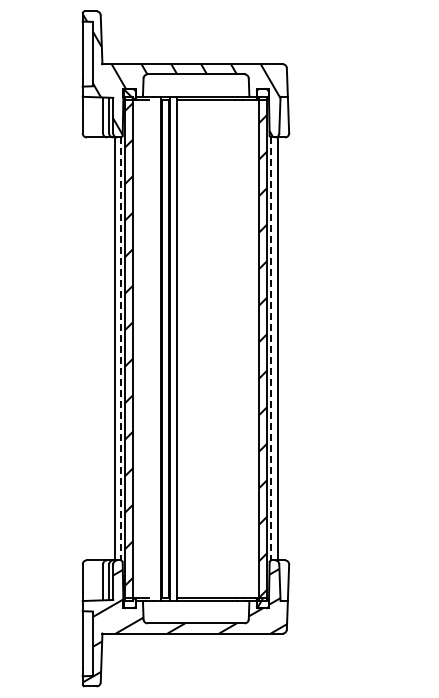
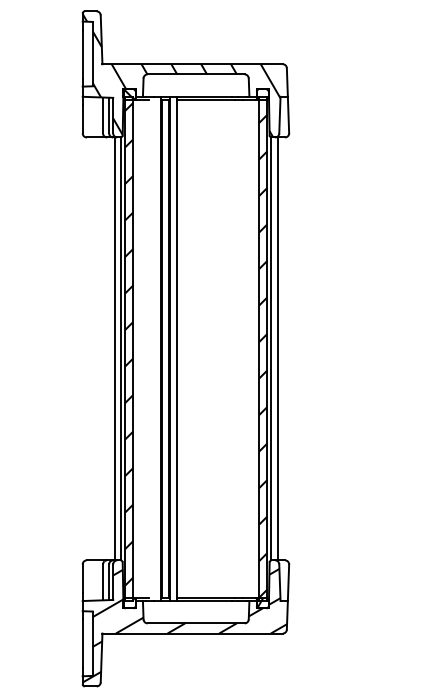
line at (120, 349): dashed -> solid
line at (271, 349): dashed -> solid
